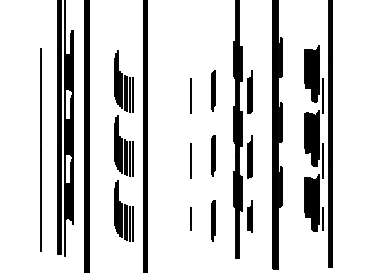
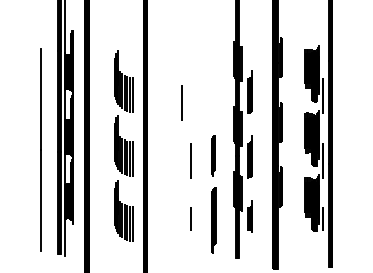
part at (213, 90): present -> none
line at (190, 95) position: (190, 95) -> (181, 102)
part at (213, 220) size: 5x42 px -> 6x67 px
